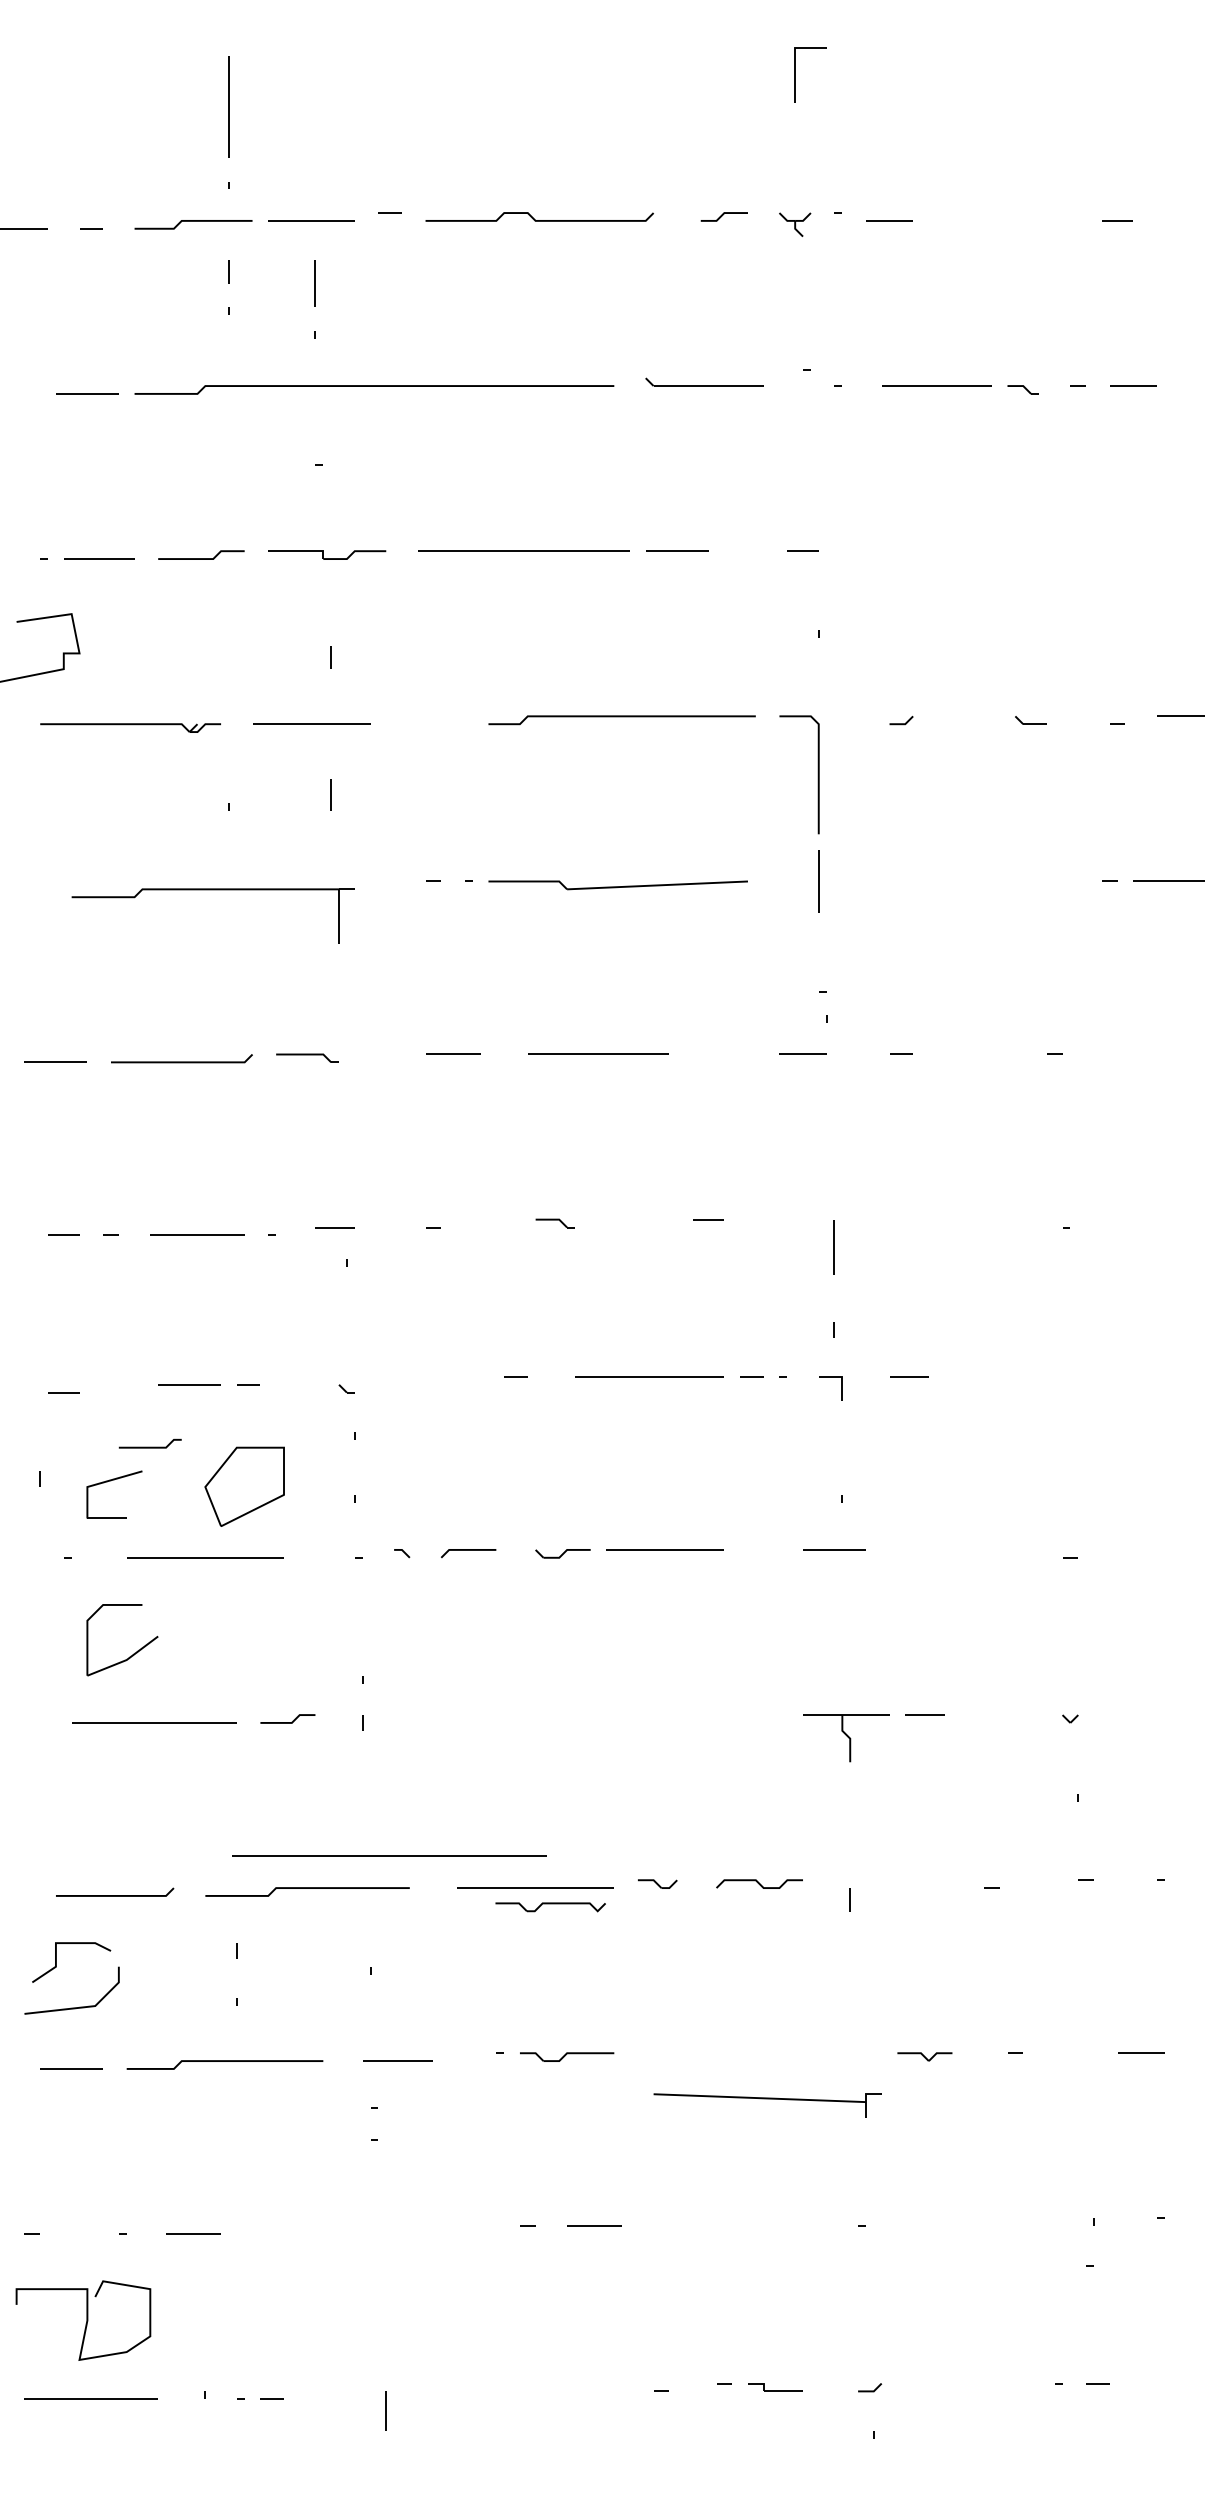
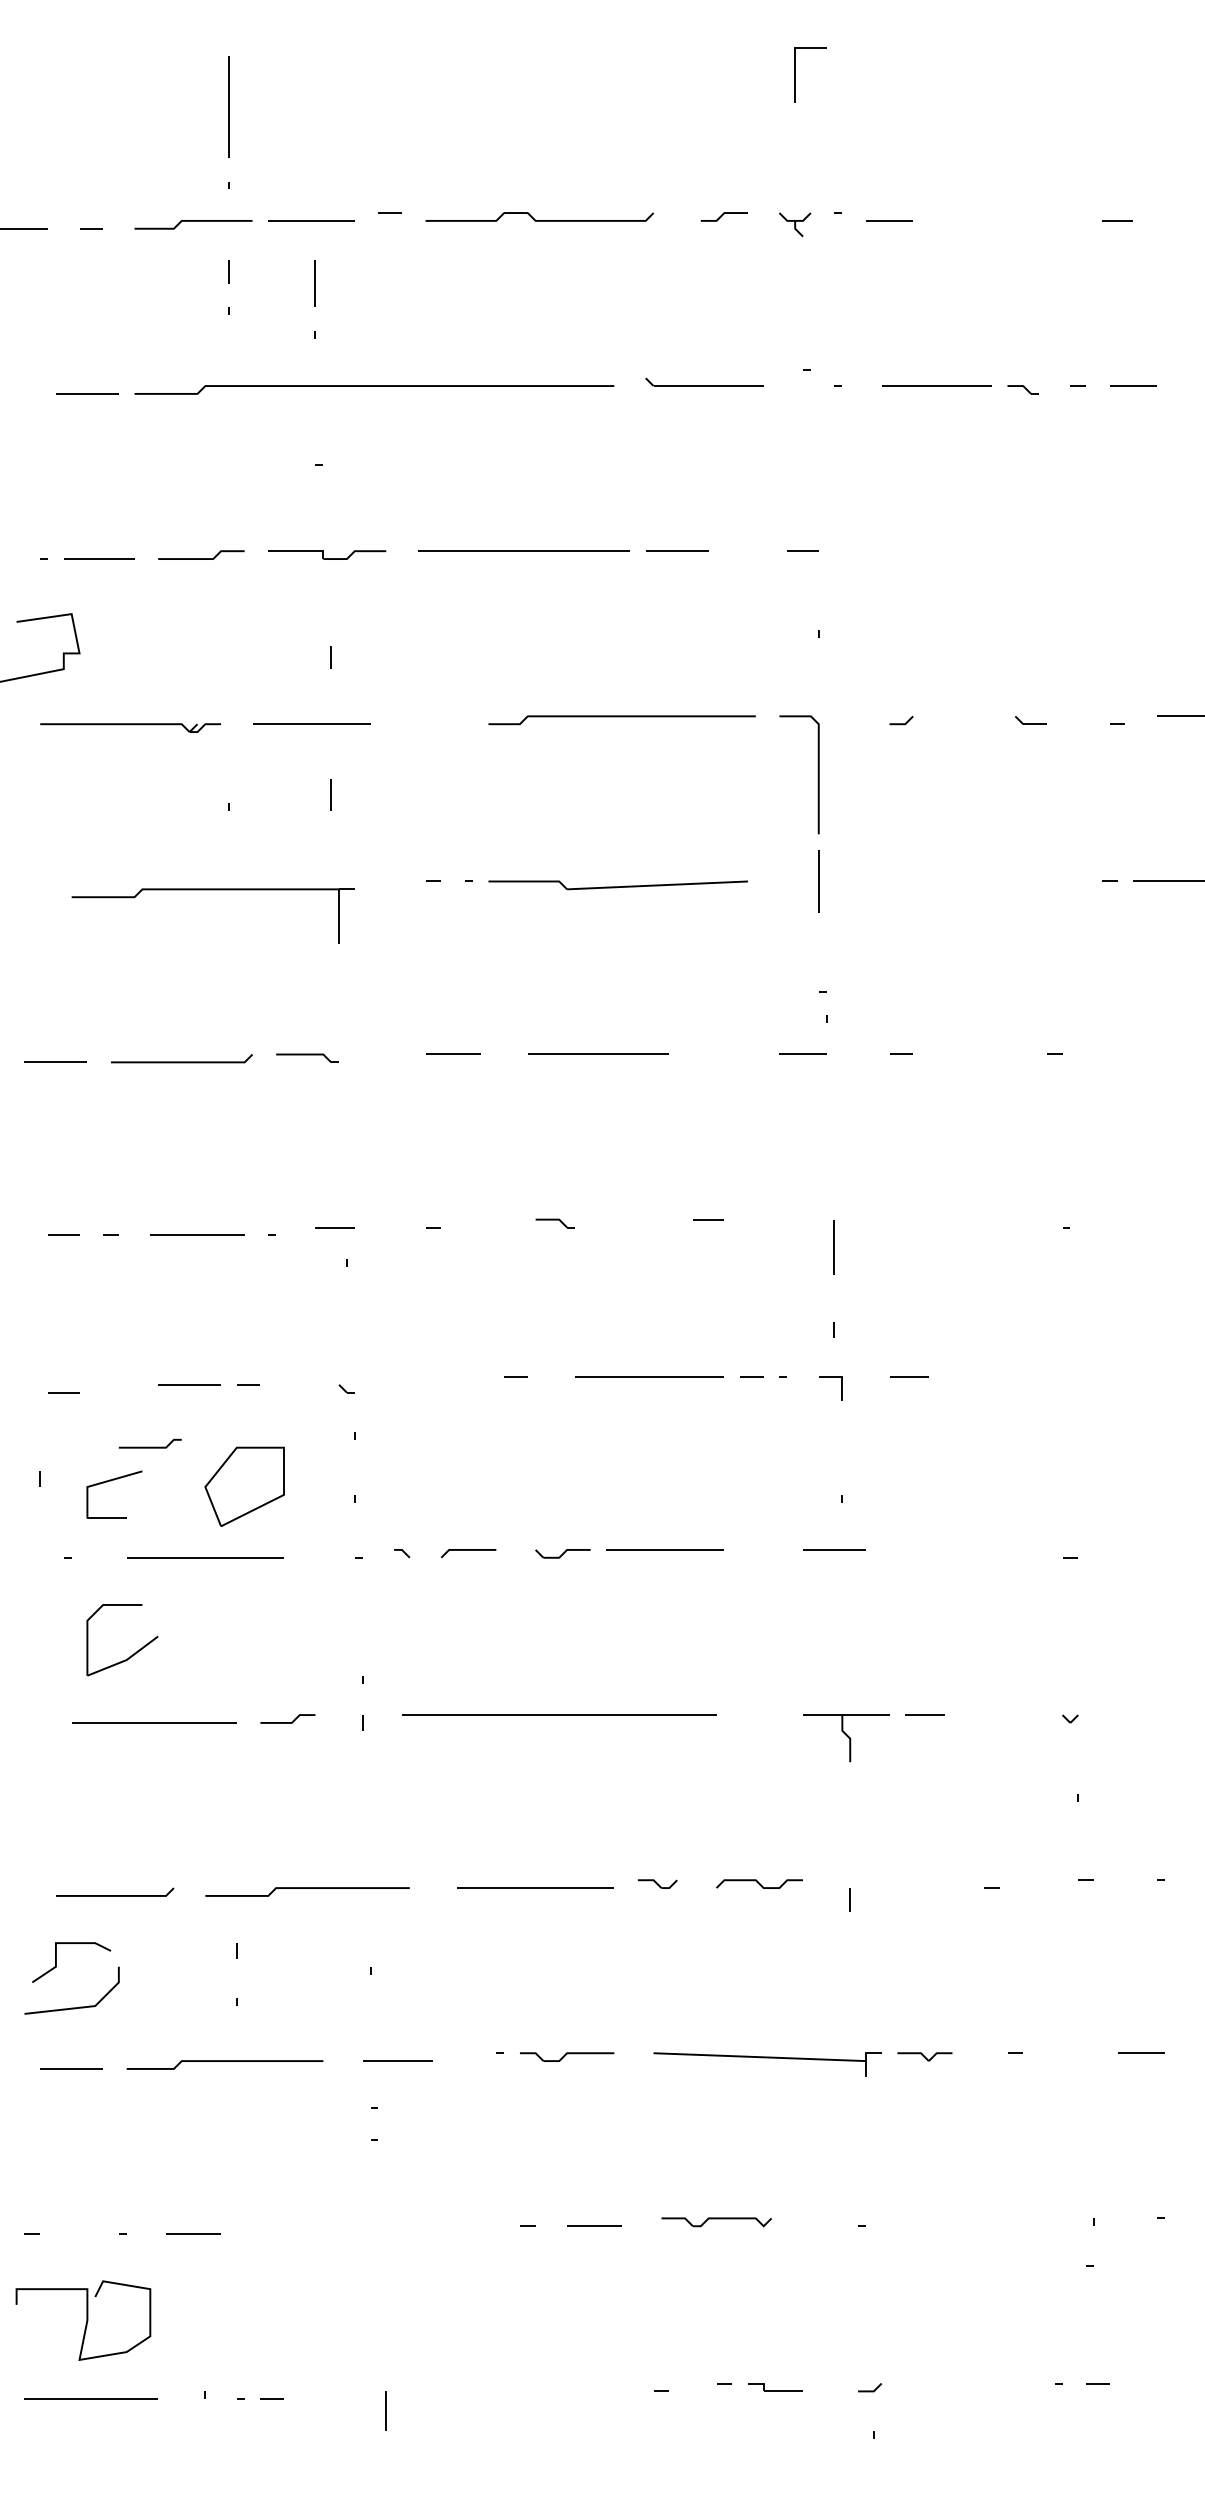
line at (389, 1855) position: (389, 1855) -> (559, 1714)
part at (550, 1907) position: (550, 1907) -> (716, 2222)
part at (767, 2105) position: (767, 2105) -> (767, 2064)
